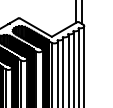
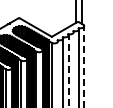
line at (84, 66): solid -> dashed
line at (73, 68): present -> none
line at (68, 71): solid -> dashed
line at (58, 72): present -> none
